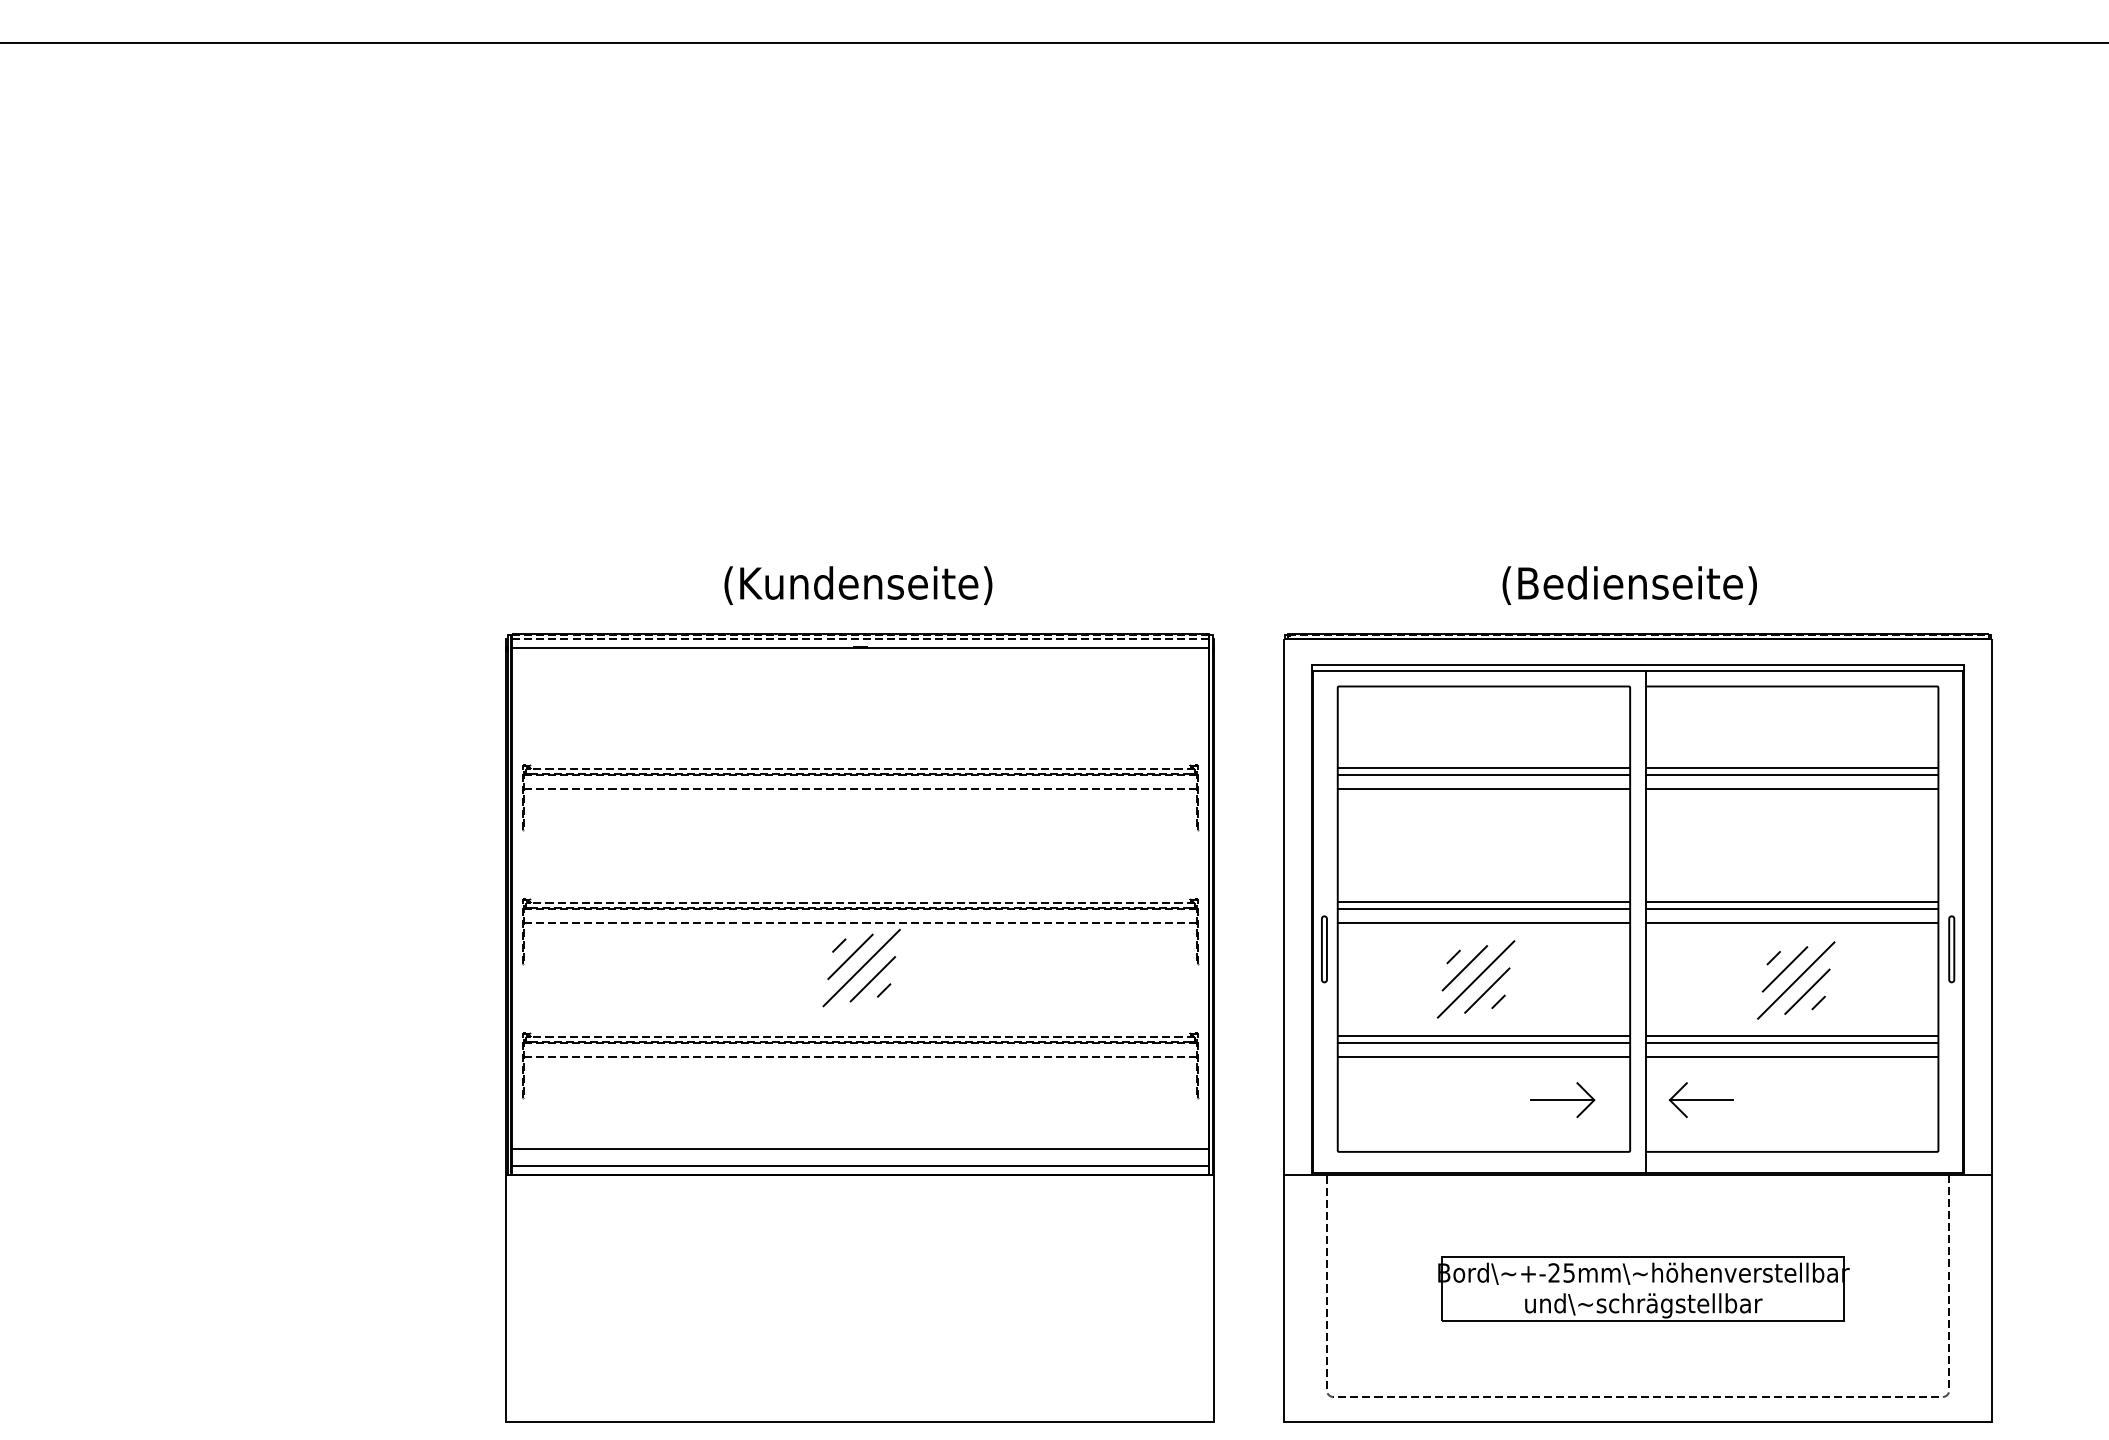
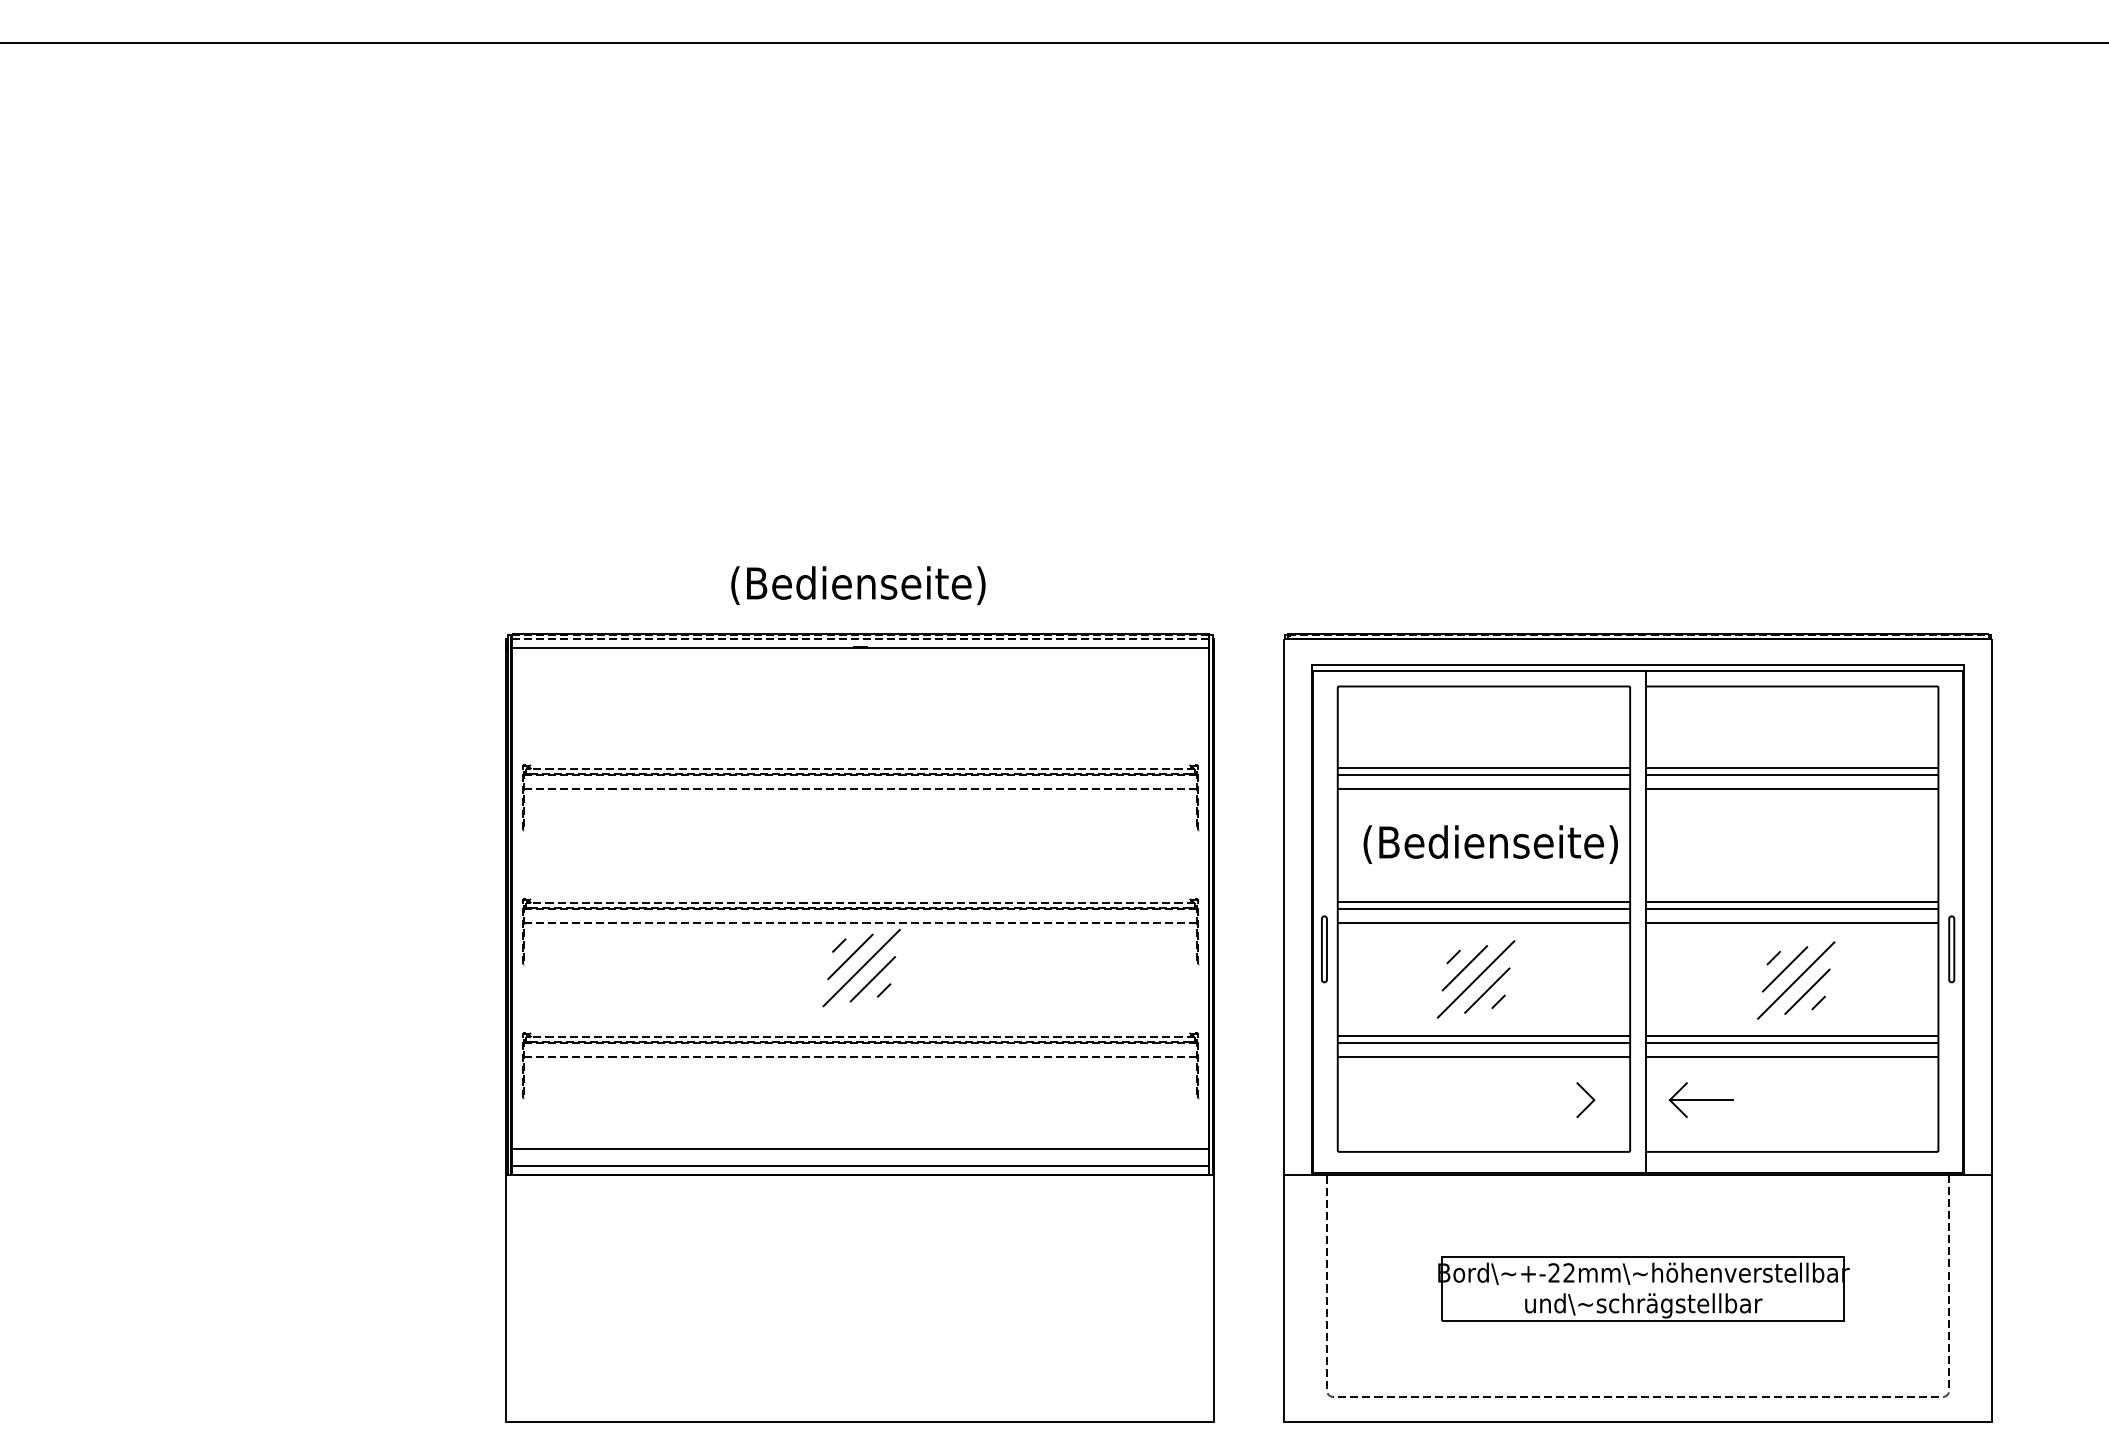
text at (858, 585): (Kundenseite) -> (Bedienseite)
text at (1629, 585) position: (1629, 585) -> (1490, 844)
line at (1562, 1100): present -> none
text at (1568, 1272): +-25mm -> +-22mm
